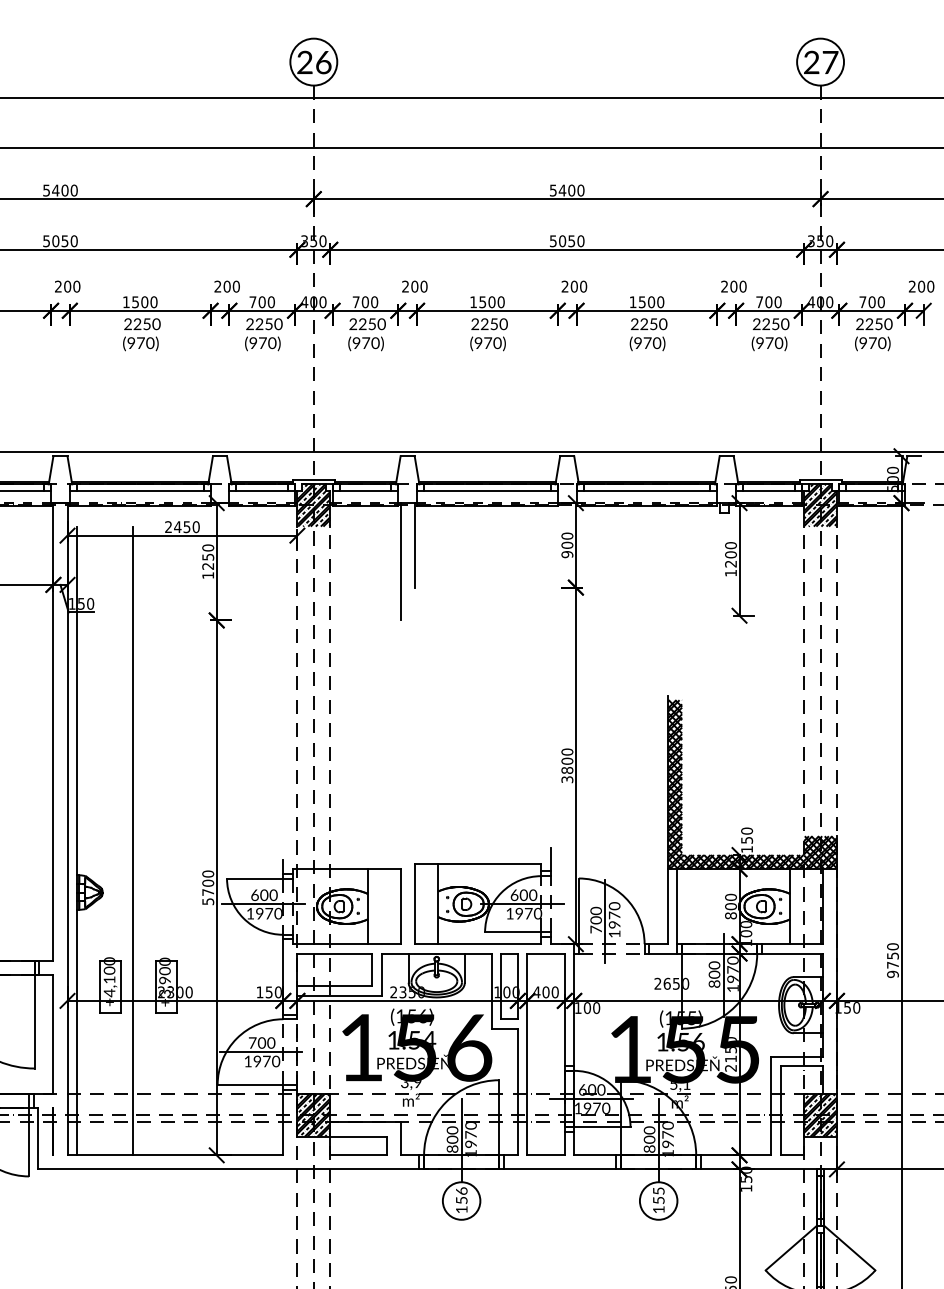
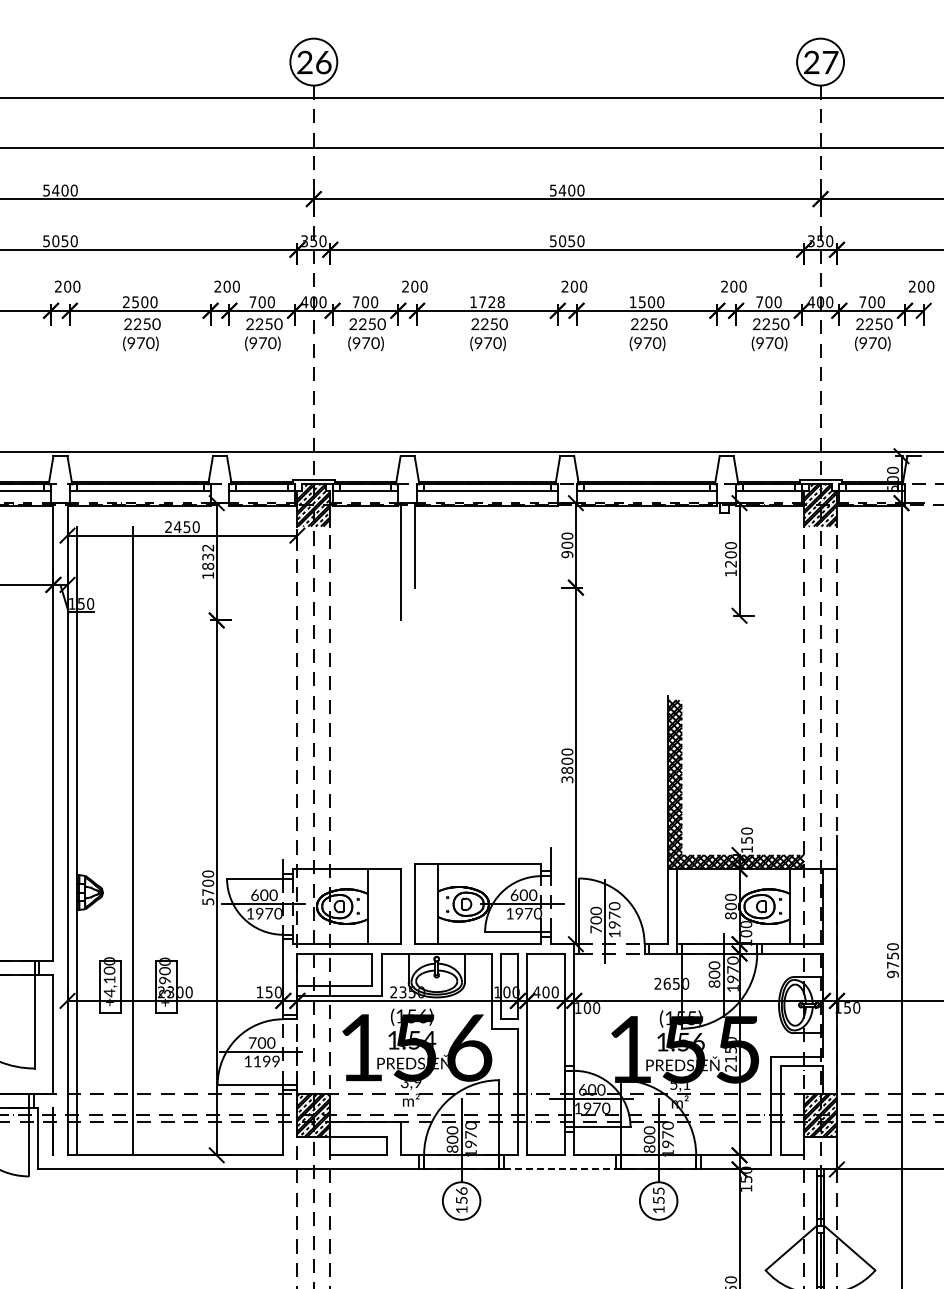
text at (125, 301): 1500 -> 2500
text at (491, 302): 1500 -> 1728
text at (208, 556): 1250 -> 1832
hatch at (820, 852): present -> none
text at (266, 1061): 1970 -> 1199
line at (560, 1169): solid -> dashed
